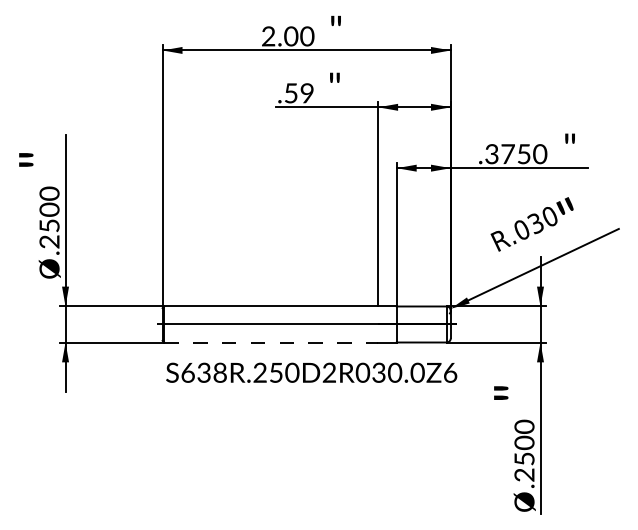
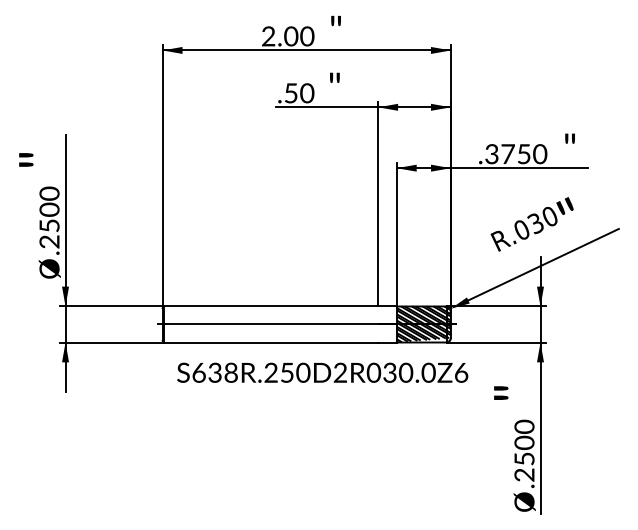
text at (307, 93): .59 -> .50
hatch at (423, 324): none -> present
line at (271, 342): dashed -> solid
text at (311, 372) position: (311, 372) -> (322, 372)
